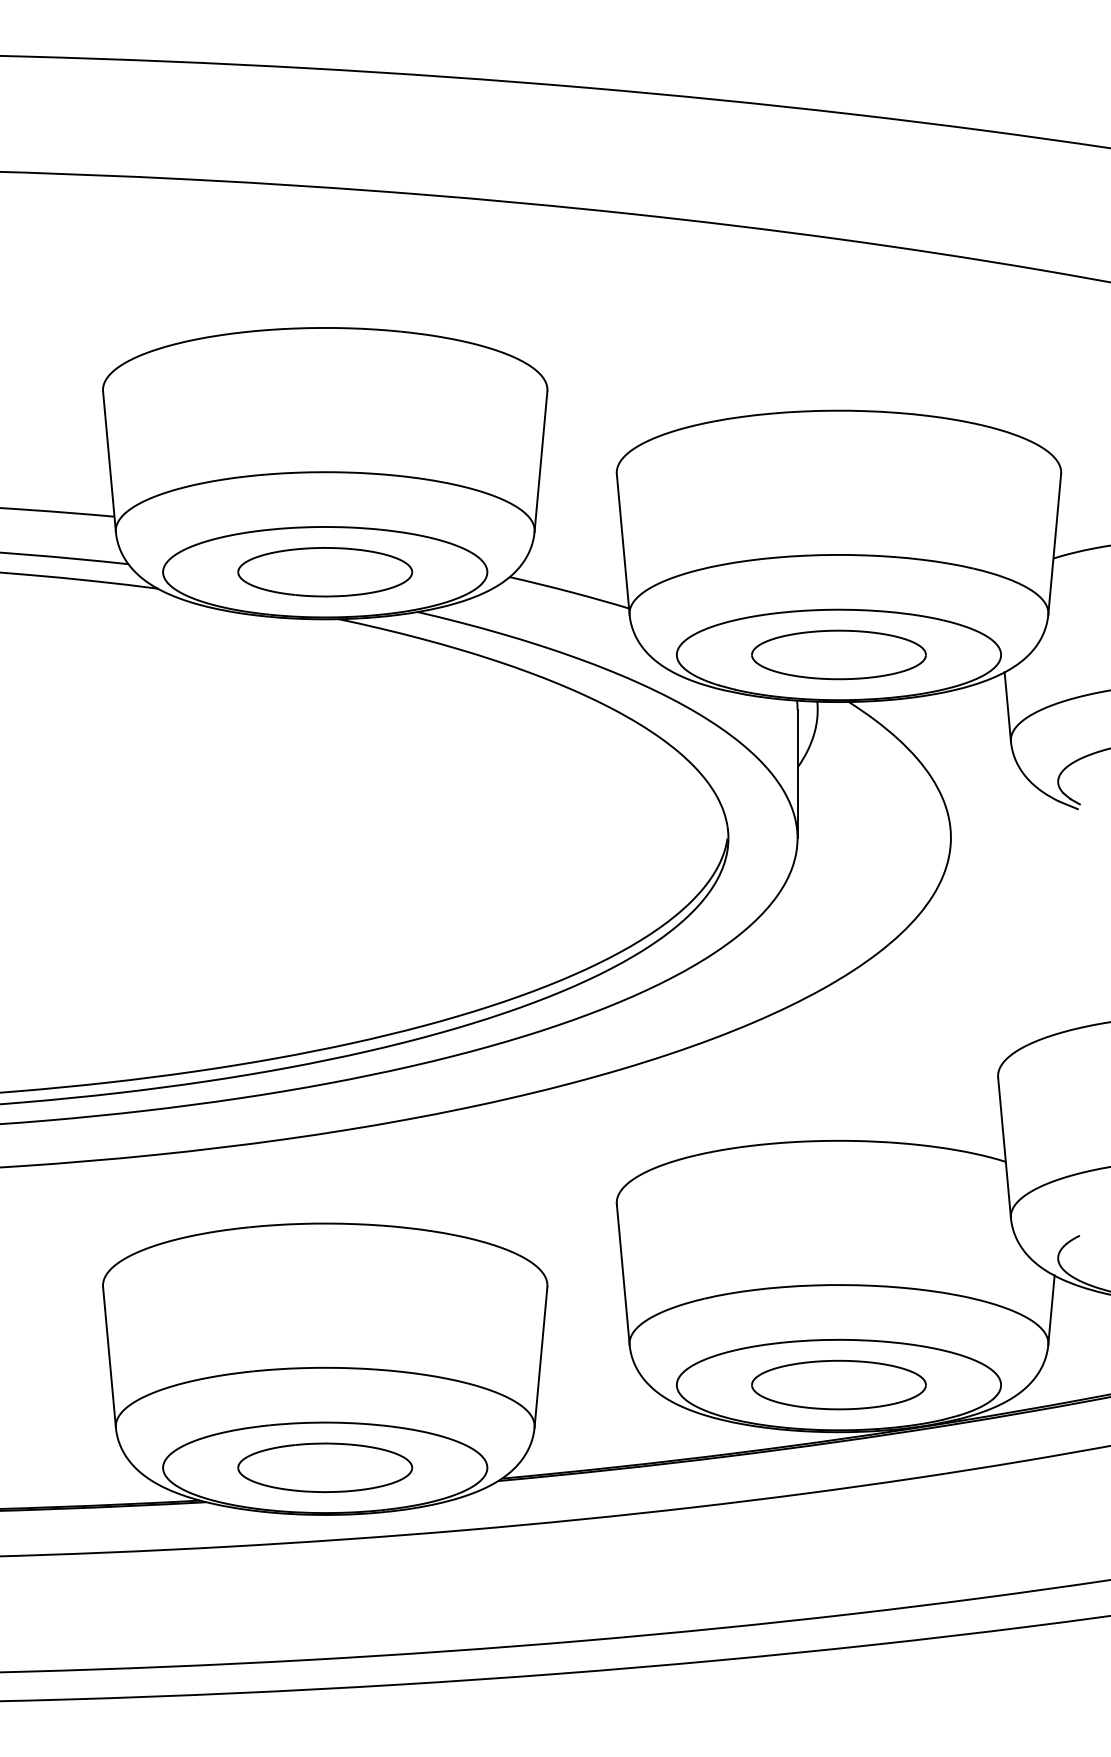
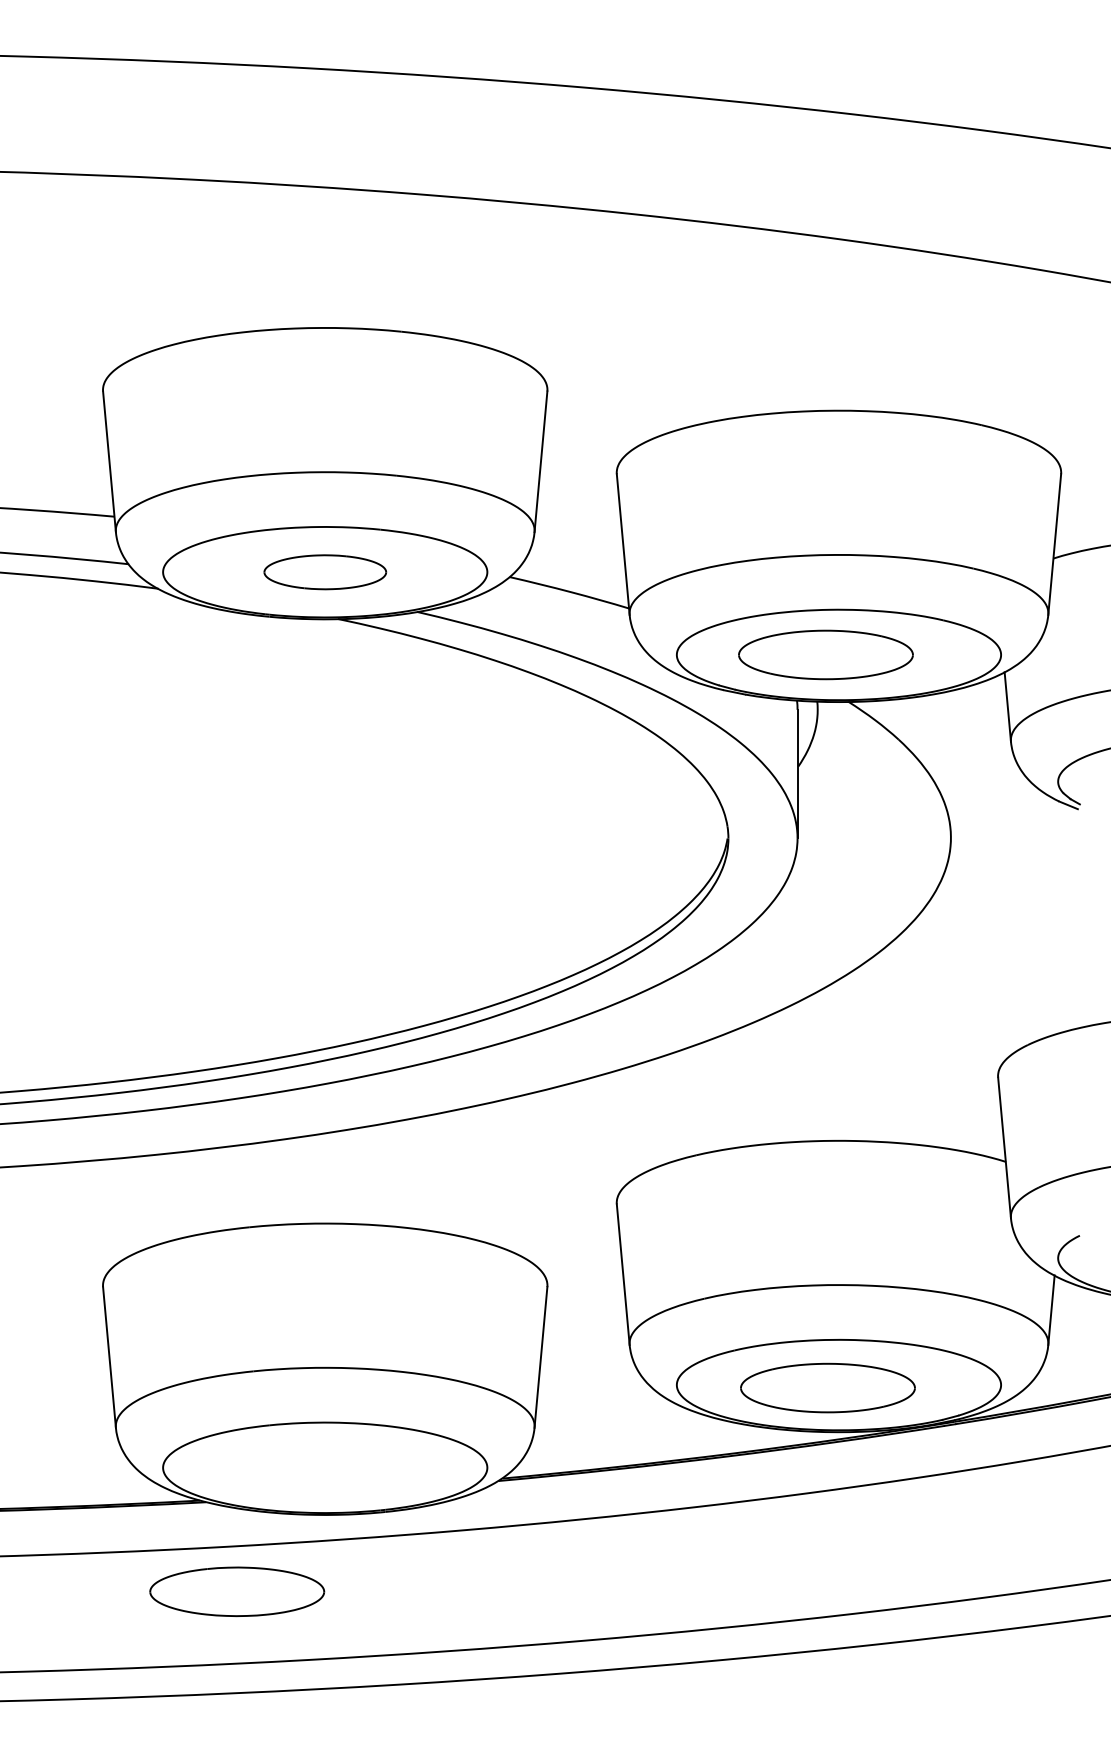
part at (325, 572) size: 177x51 px -> 125x37 px
part at (838, 654) position: (838, 654) -> (825, 654)
part at (838, 1384) position: (838, 1384) -> (827, 1387)
part at (325, 1467) position: (325, 1467) -> (237, 1591)
